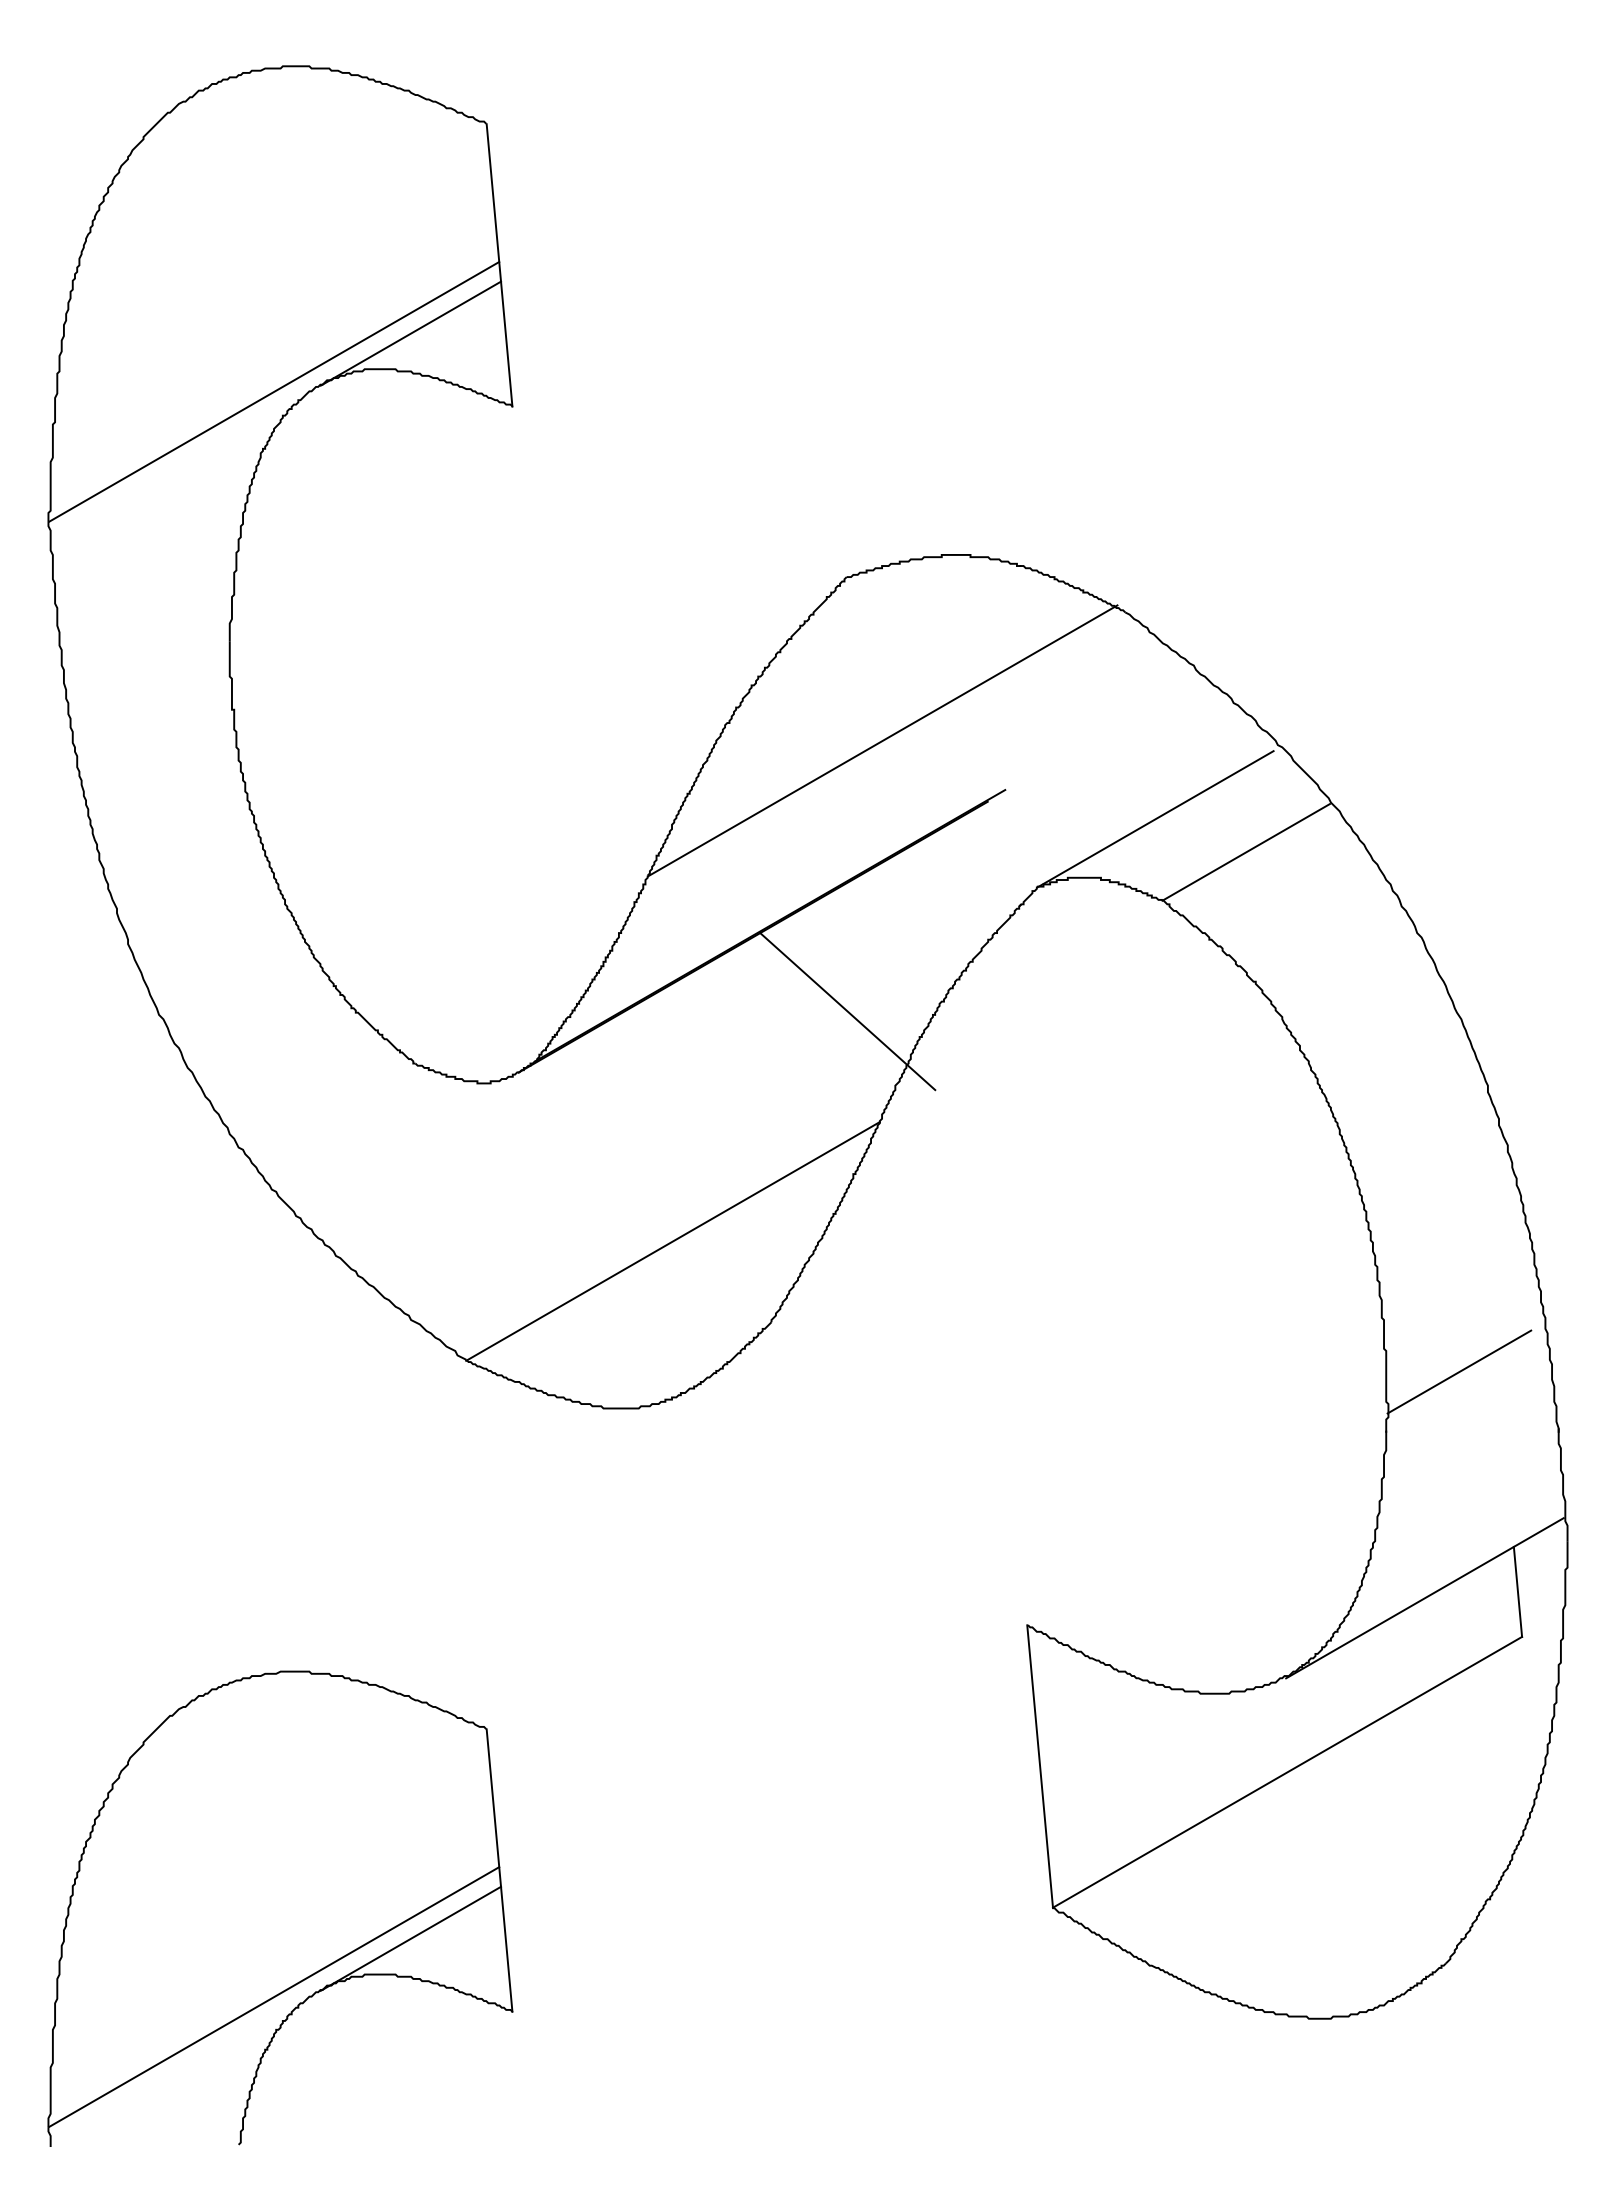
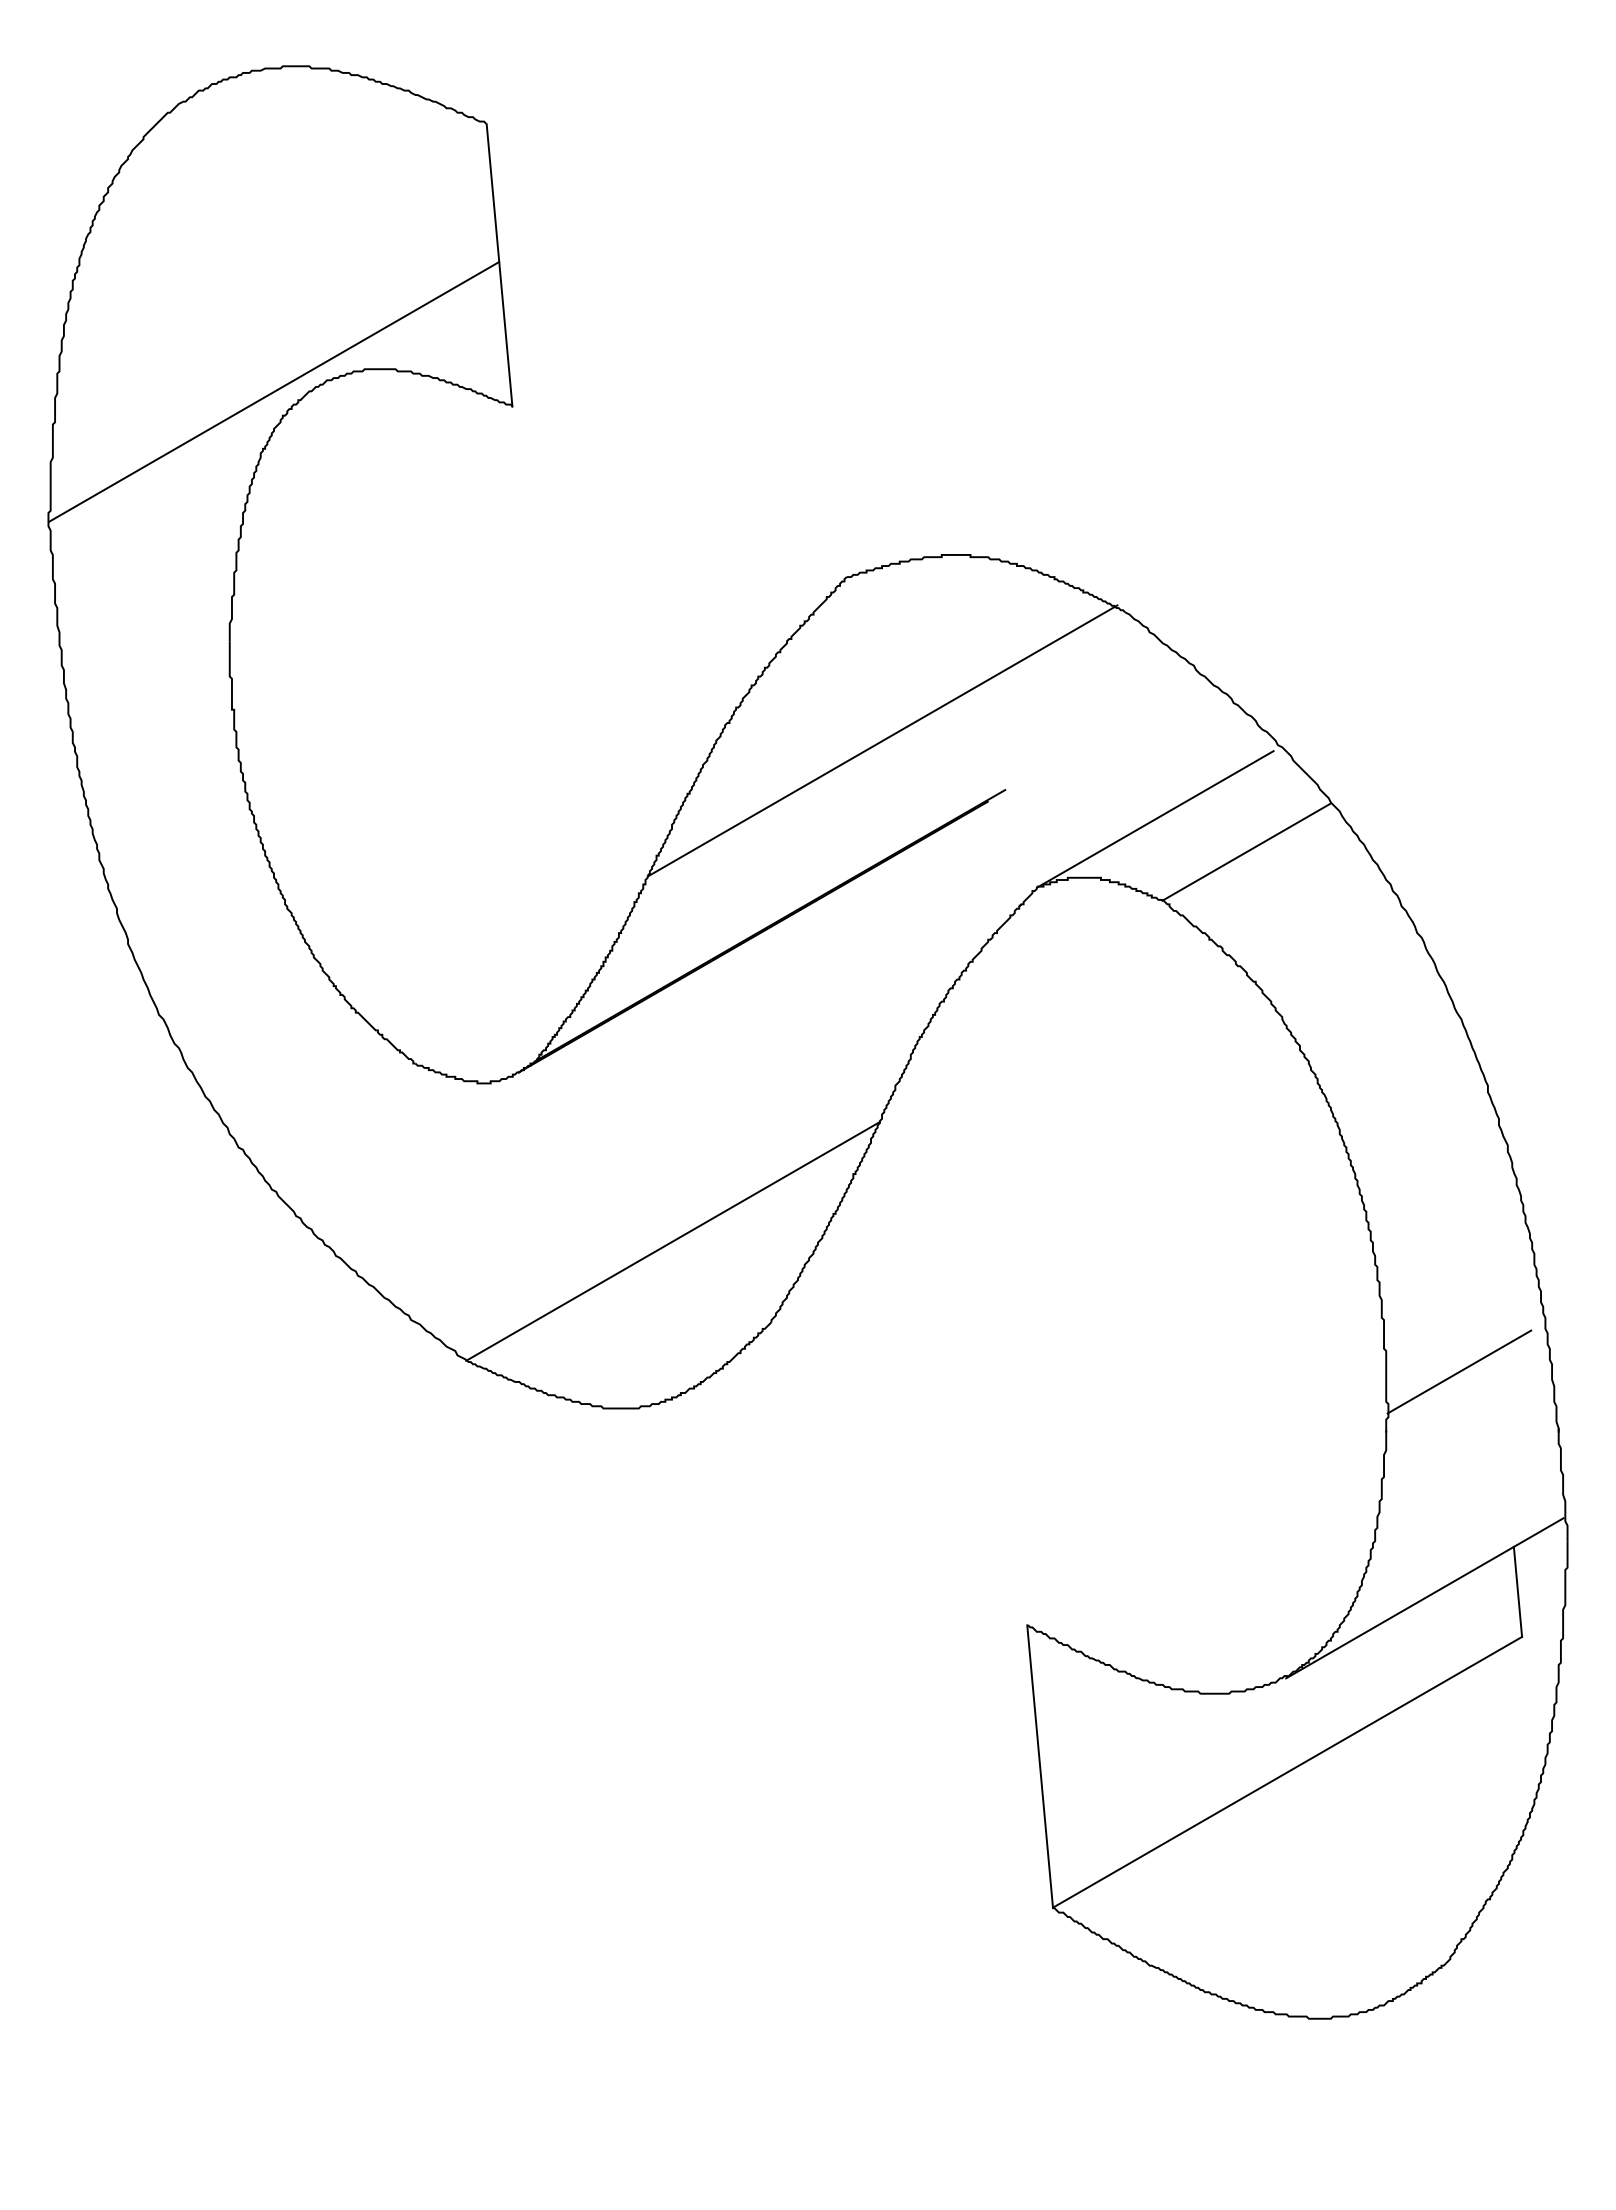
line at (410, 333): present -> none
line at (847, 1011): present -> none
part at (280, 1908): present -> none
